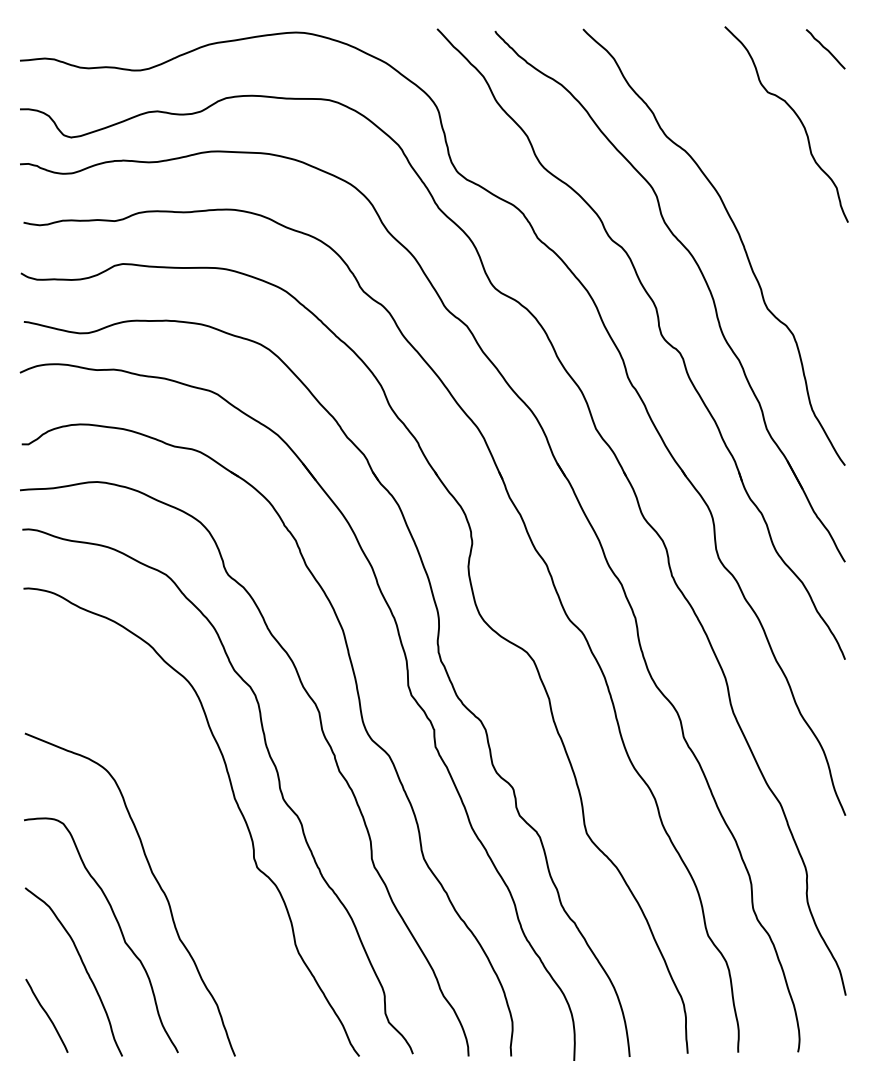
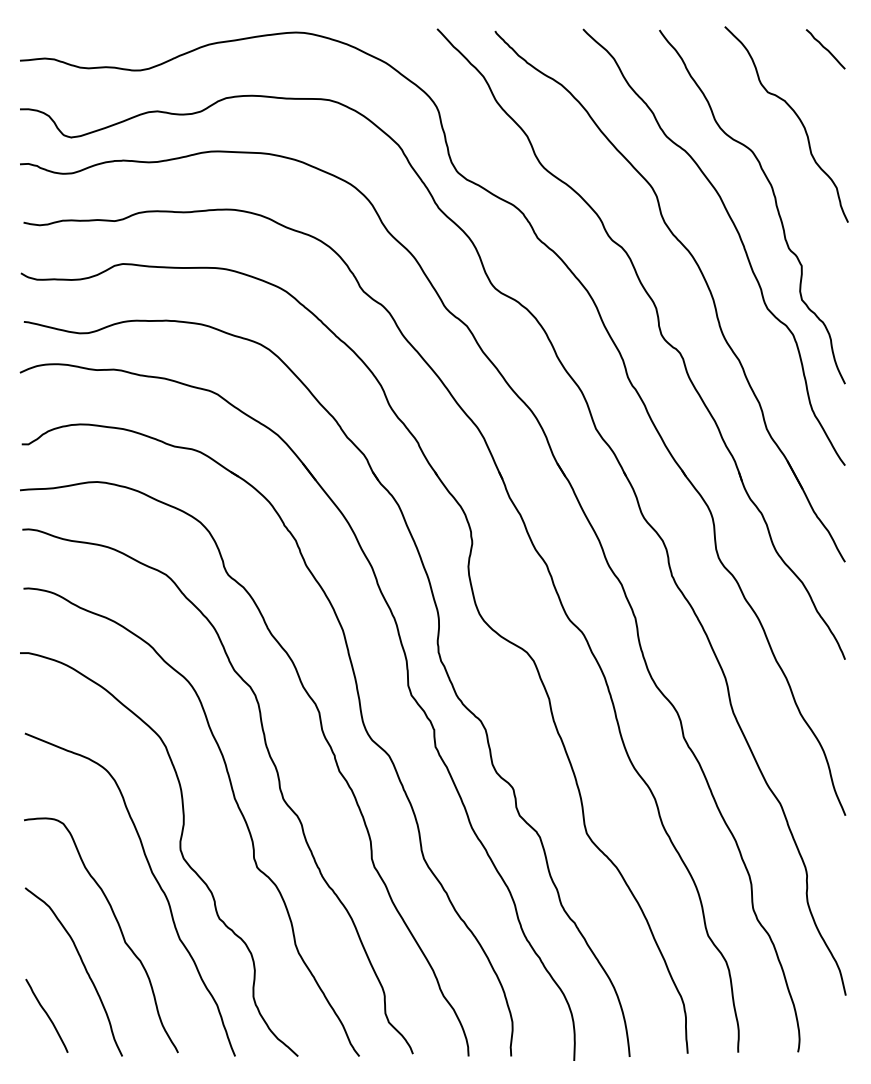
curve at (774, 200): none -> present
curve at (179, 850): none -> present
